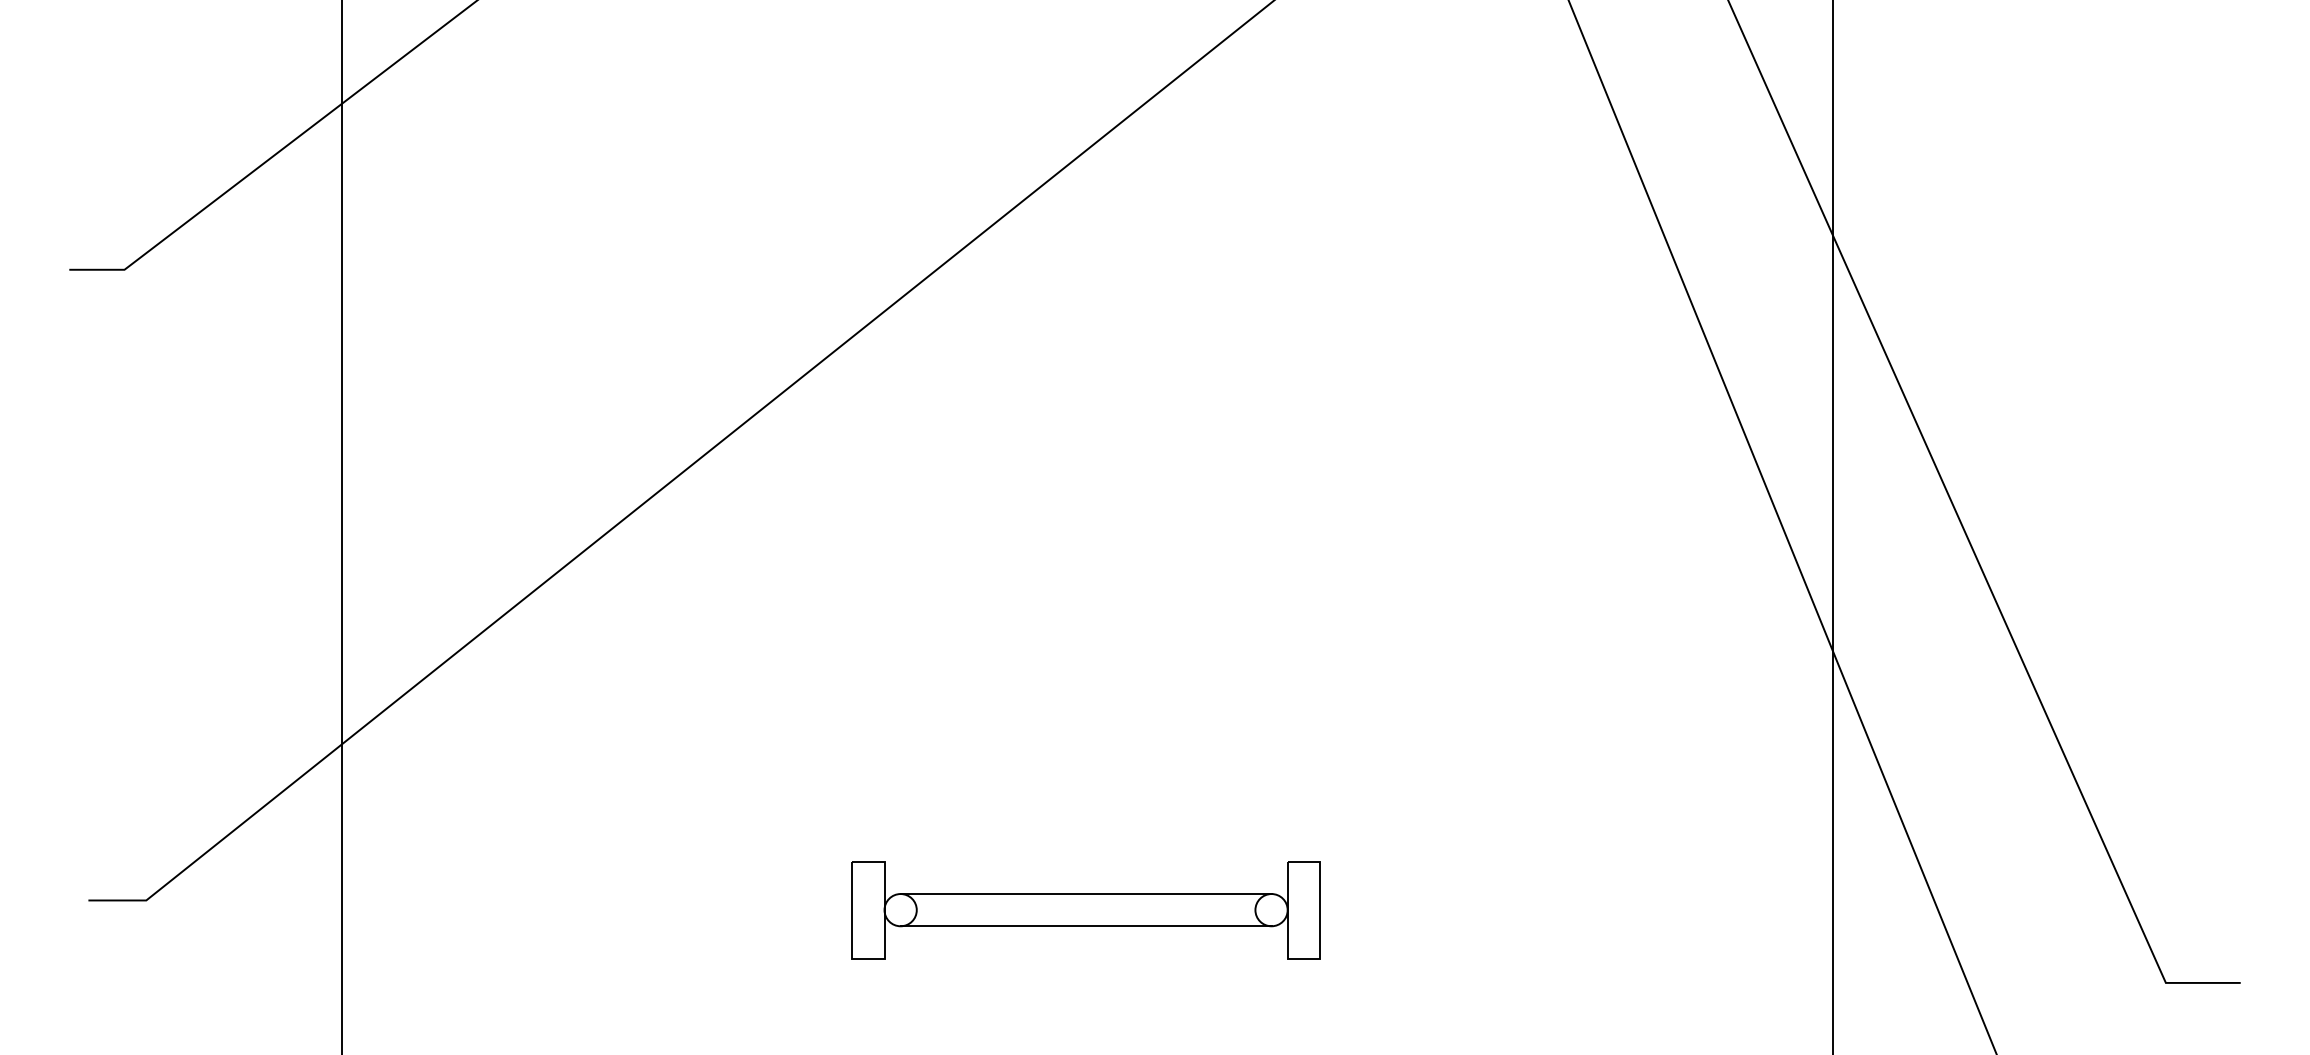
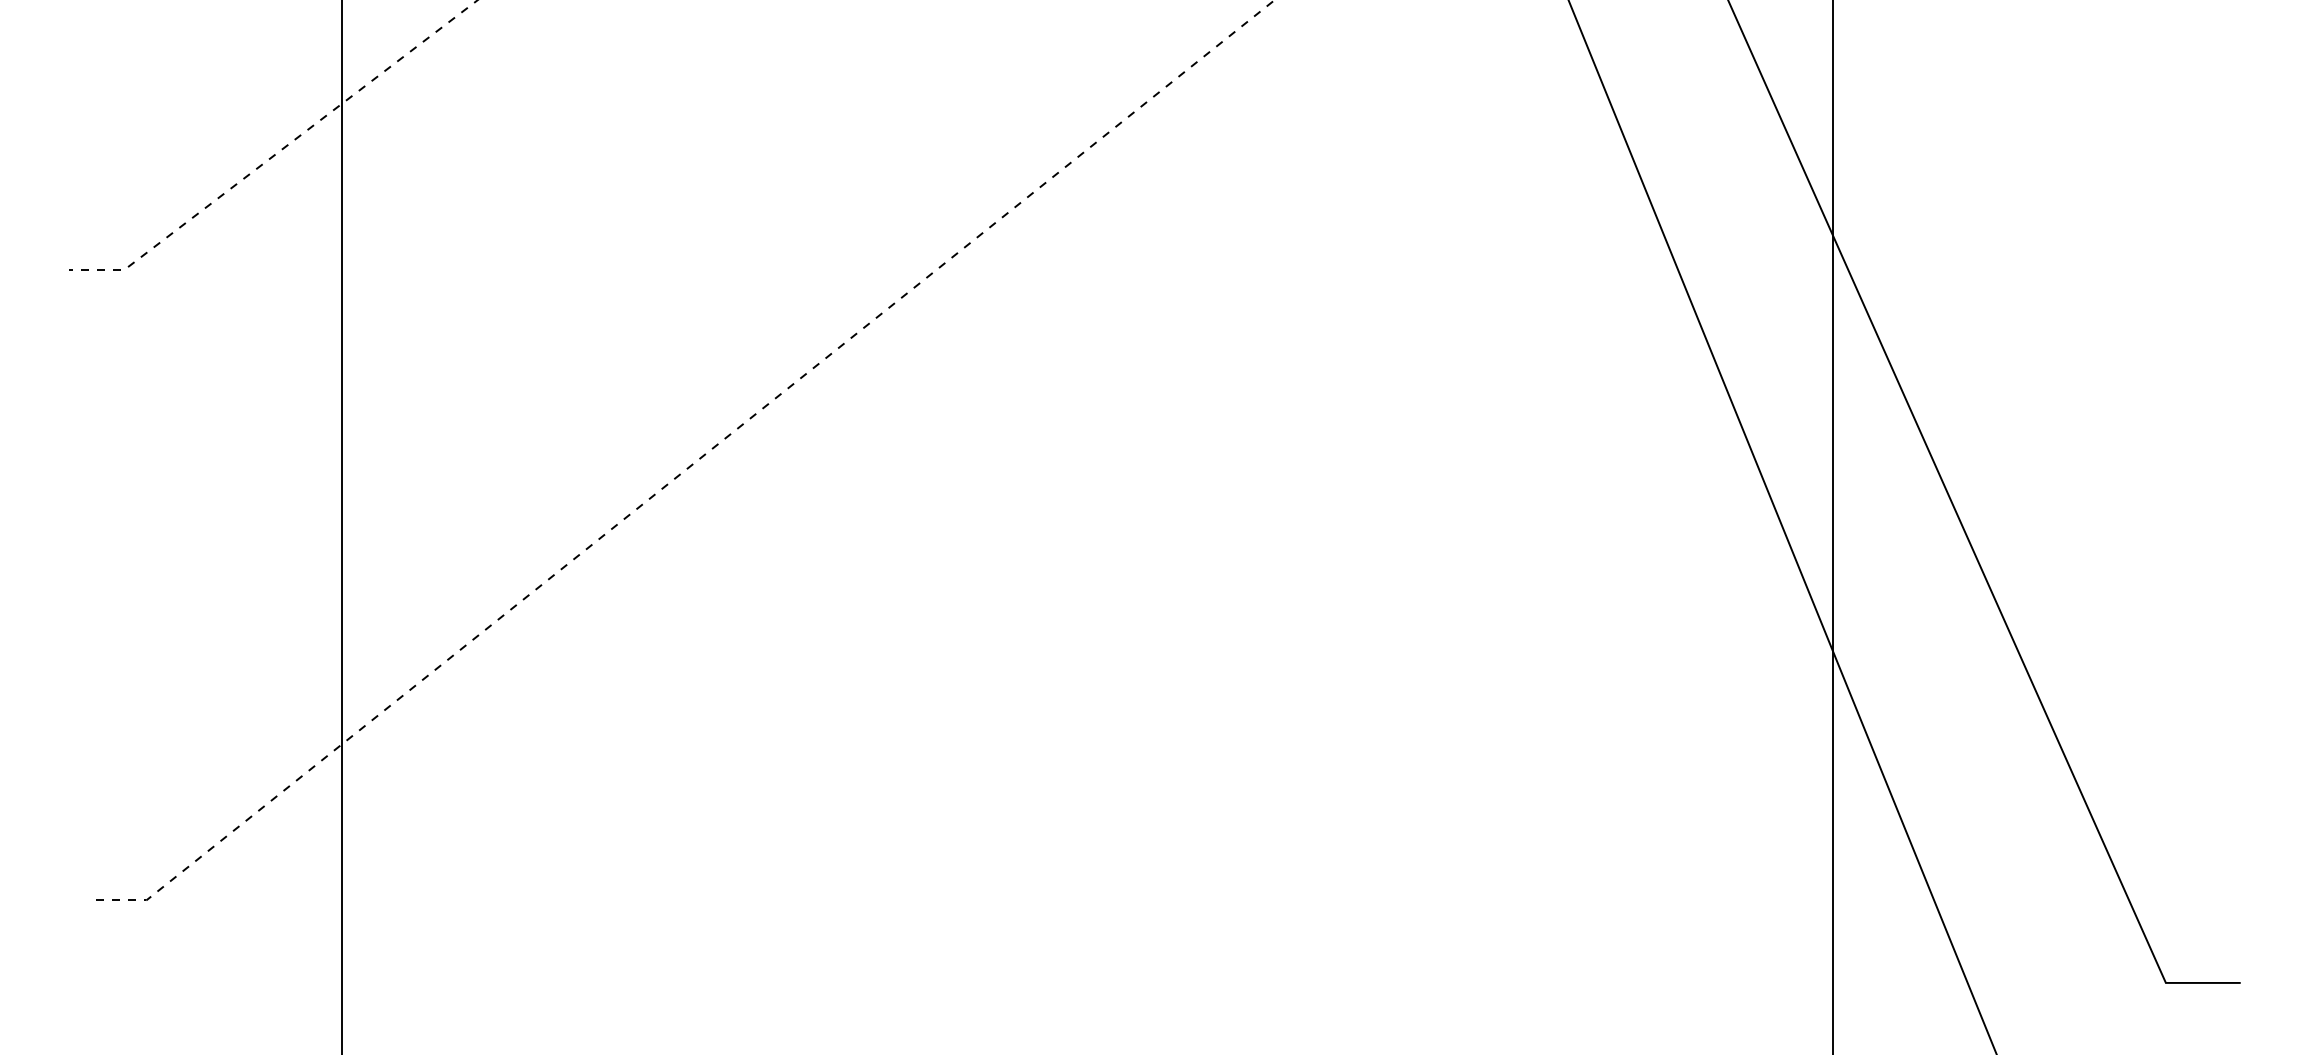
line at (278, 152): solid -> dashed
line at (687, 469): solid -> dashed
part at (1085, 910): present -> none
